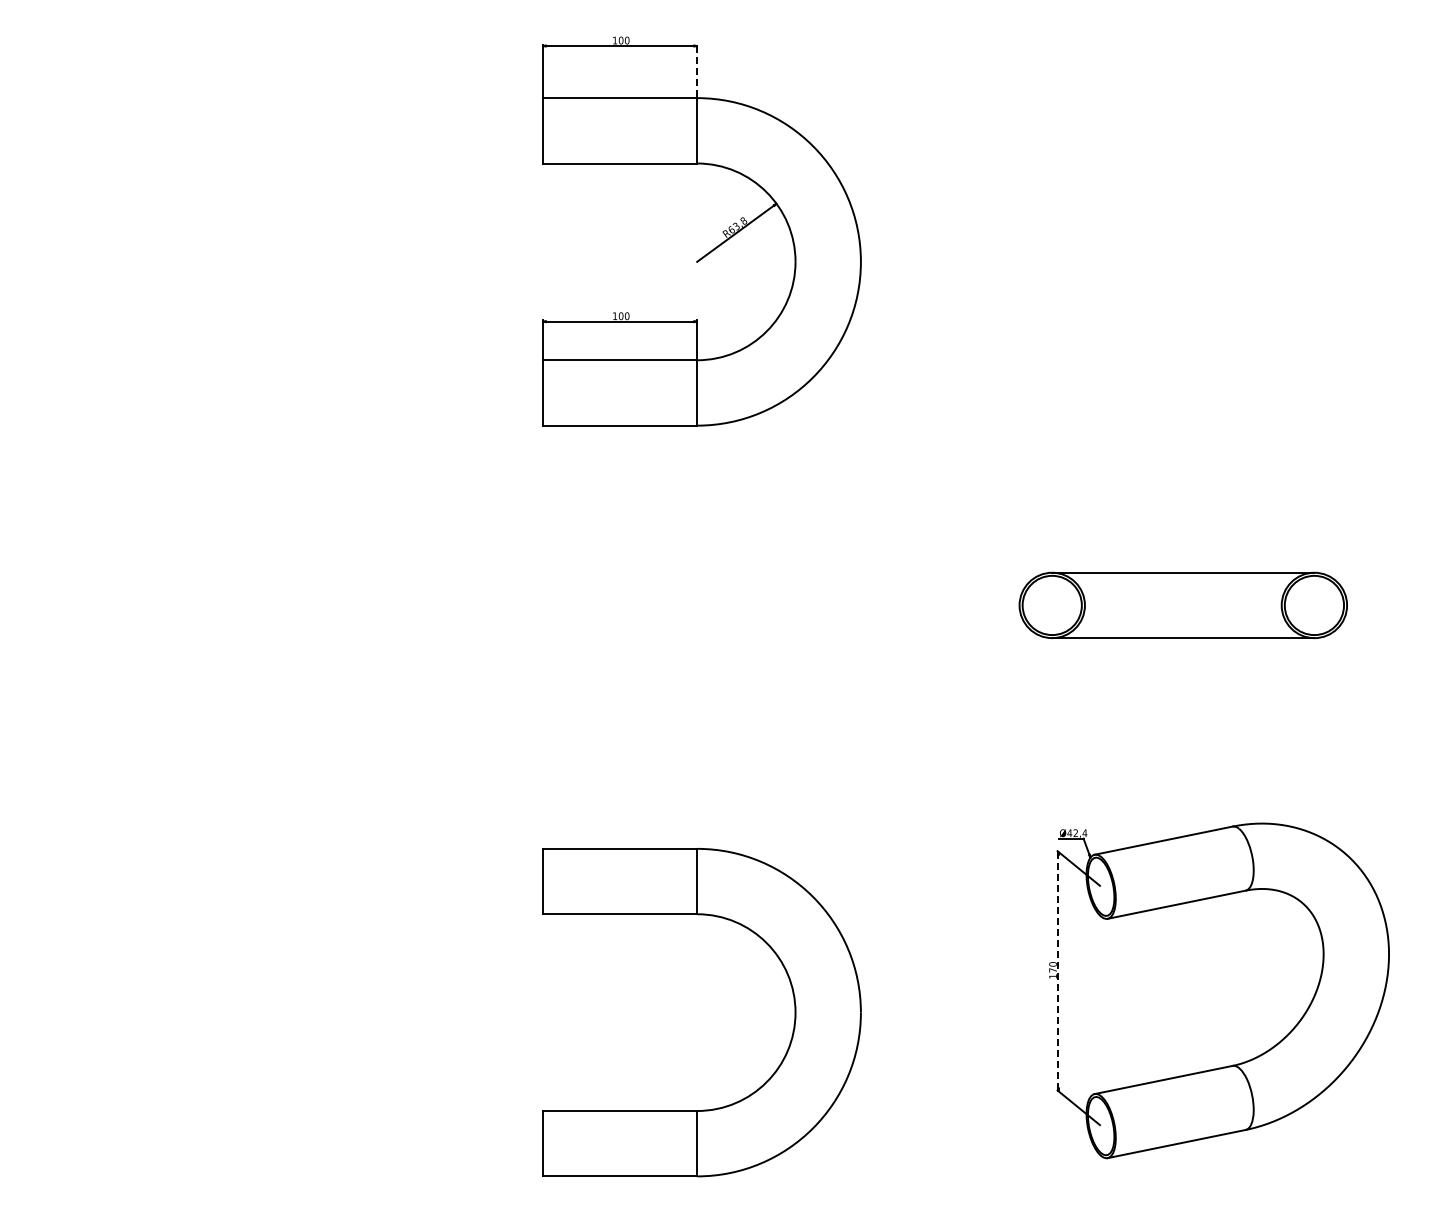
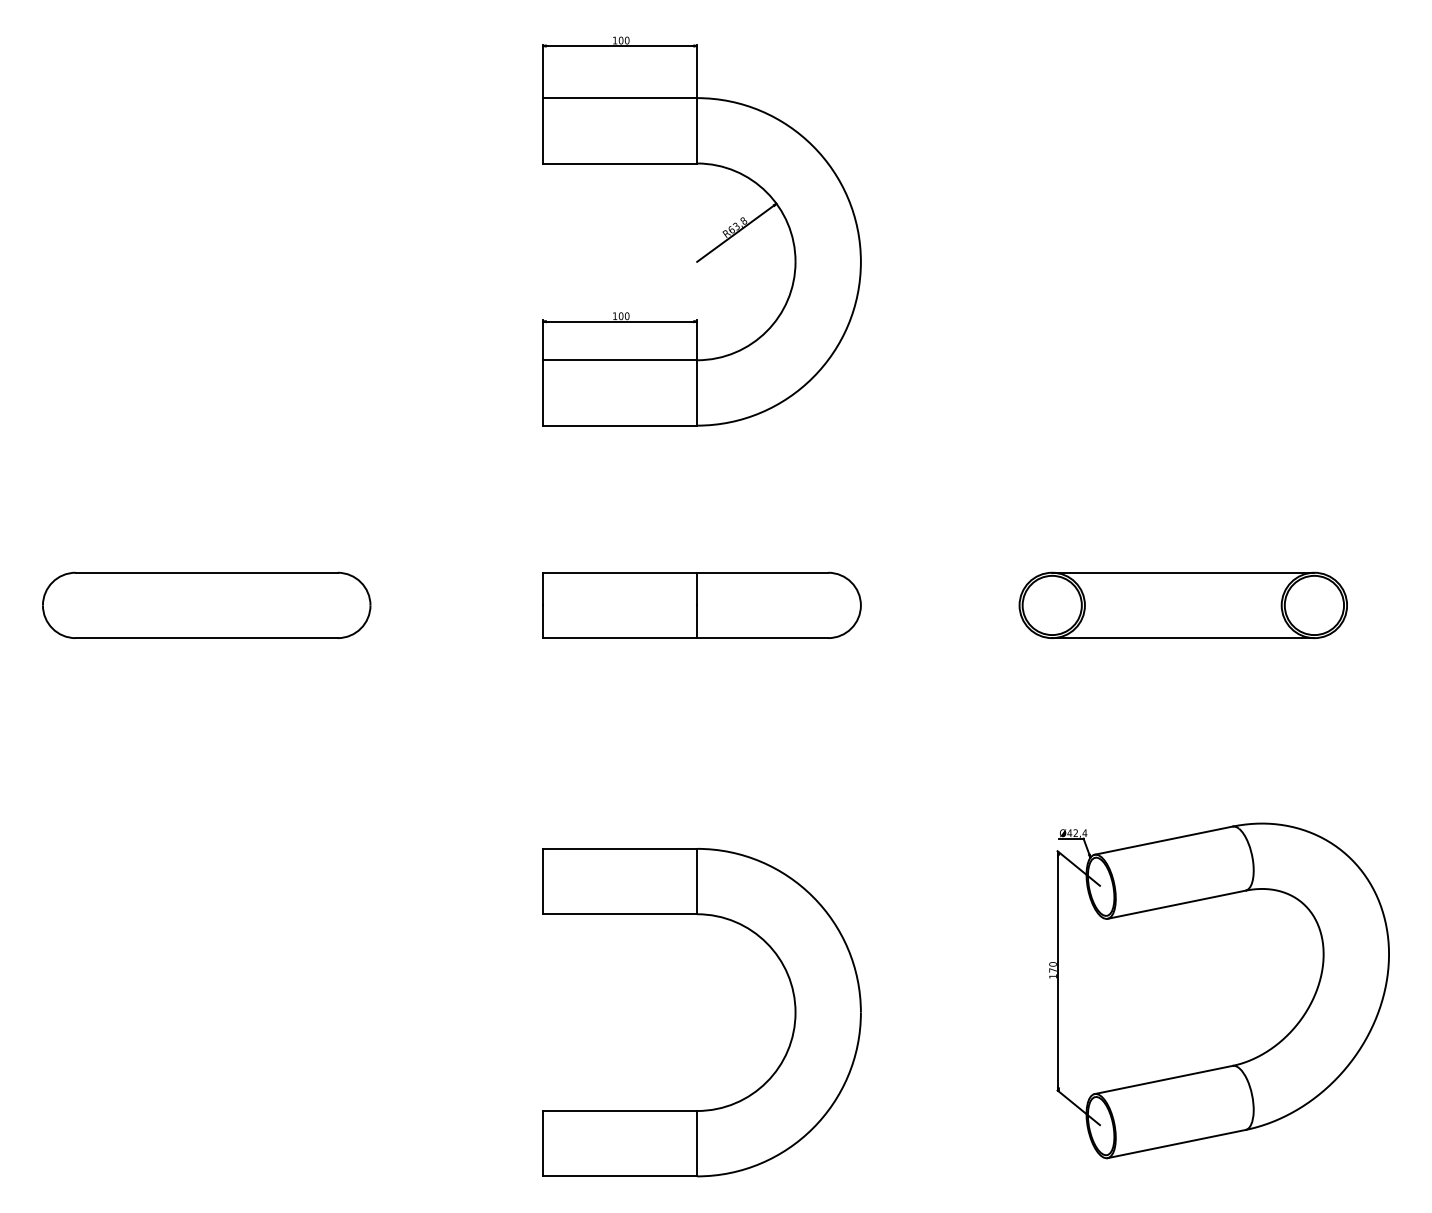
line at (697, 70): dashed -> solid
part at (206, 604): none -> present
part at (701, 604): none -> present
line at (1058, 971): dashed -> solid
